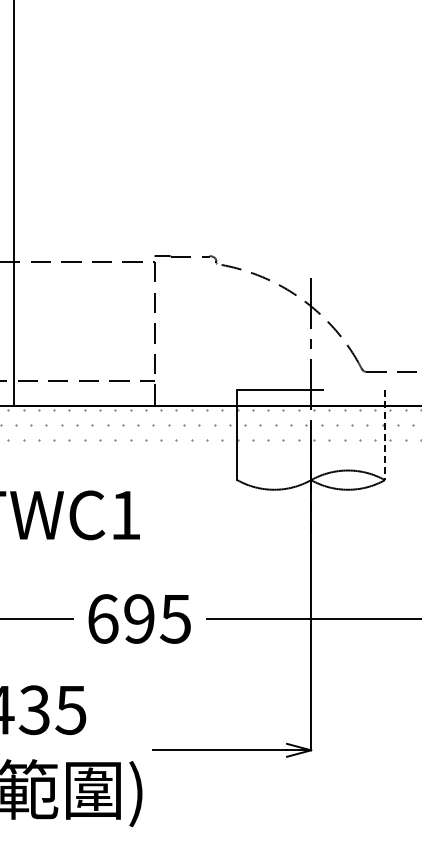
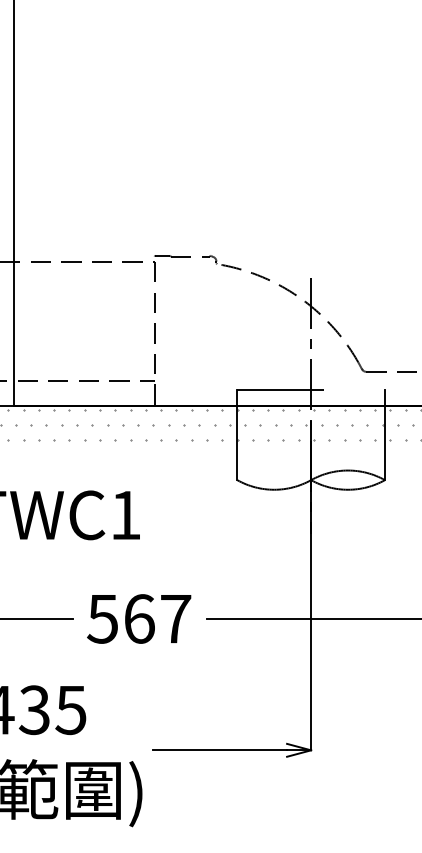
line at (384, 435): dashed -> solid
text at (139, 618): 695 -> 567
